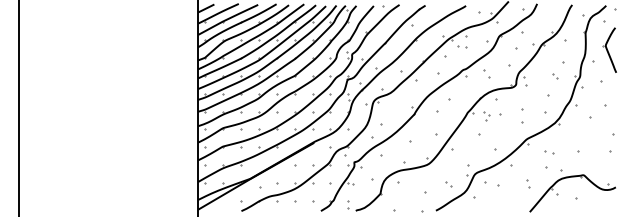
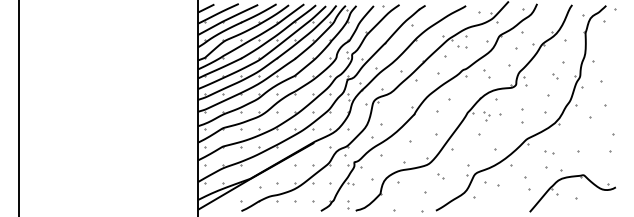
part at (609, 49): present -> none
part at (528, 183) size: 5x10 px -> 7x15 px
part at (448, 184) position: (448, 184) -> (440, 176)
